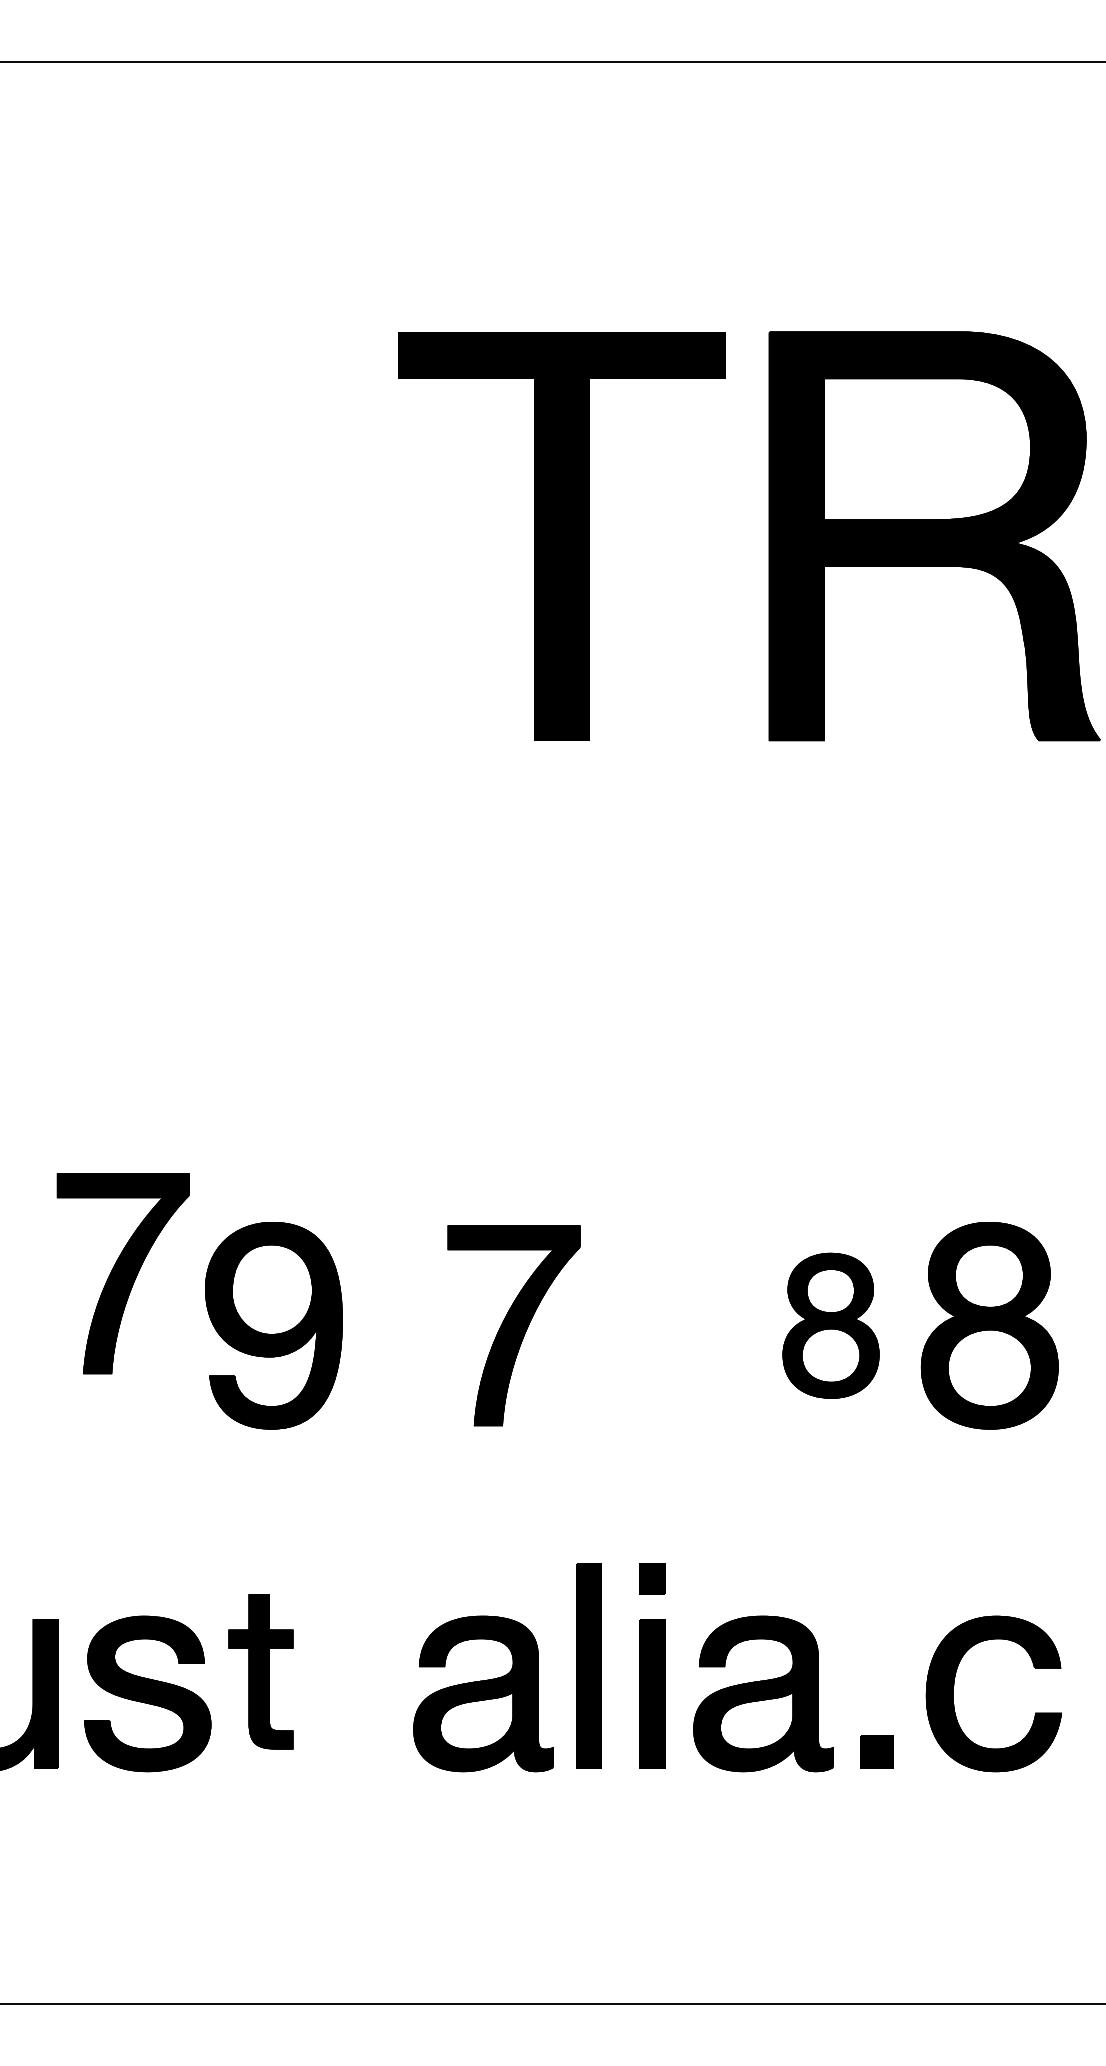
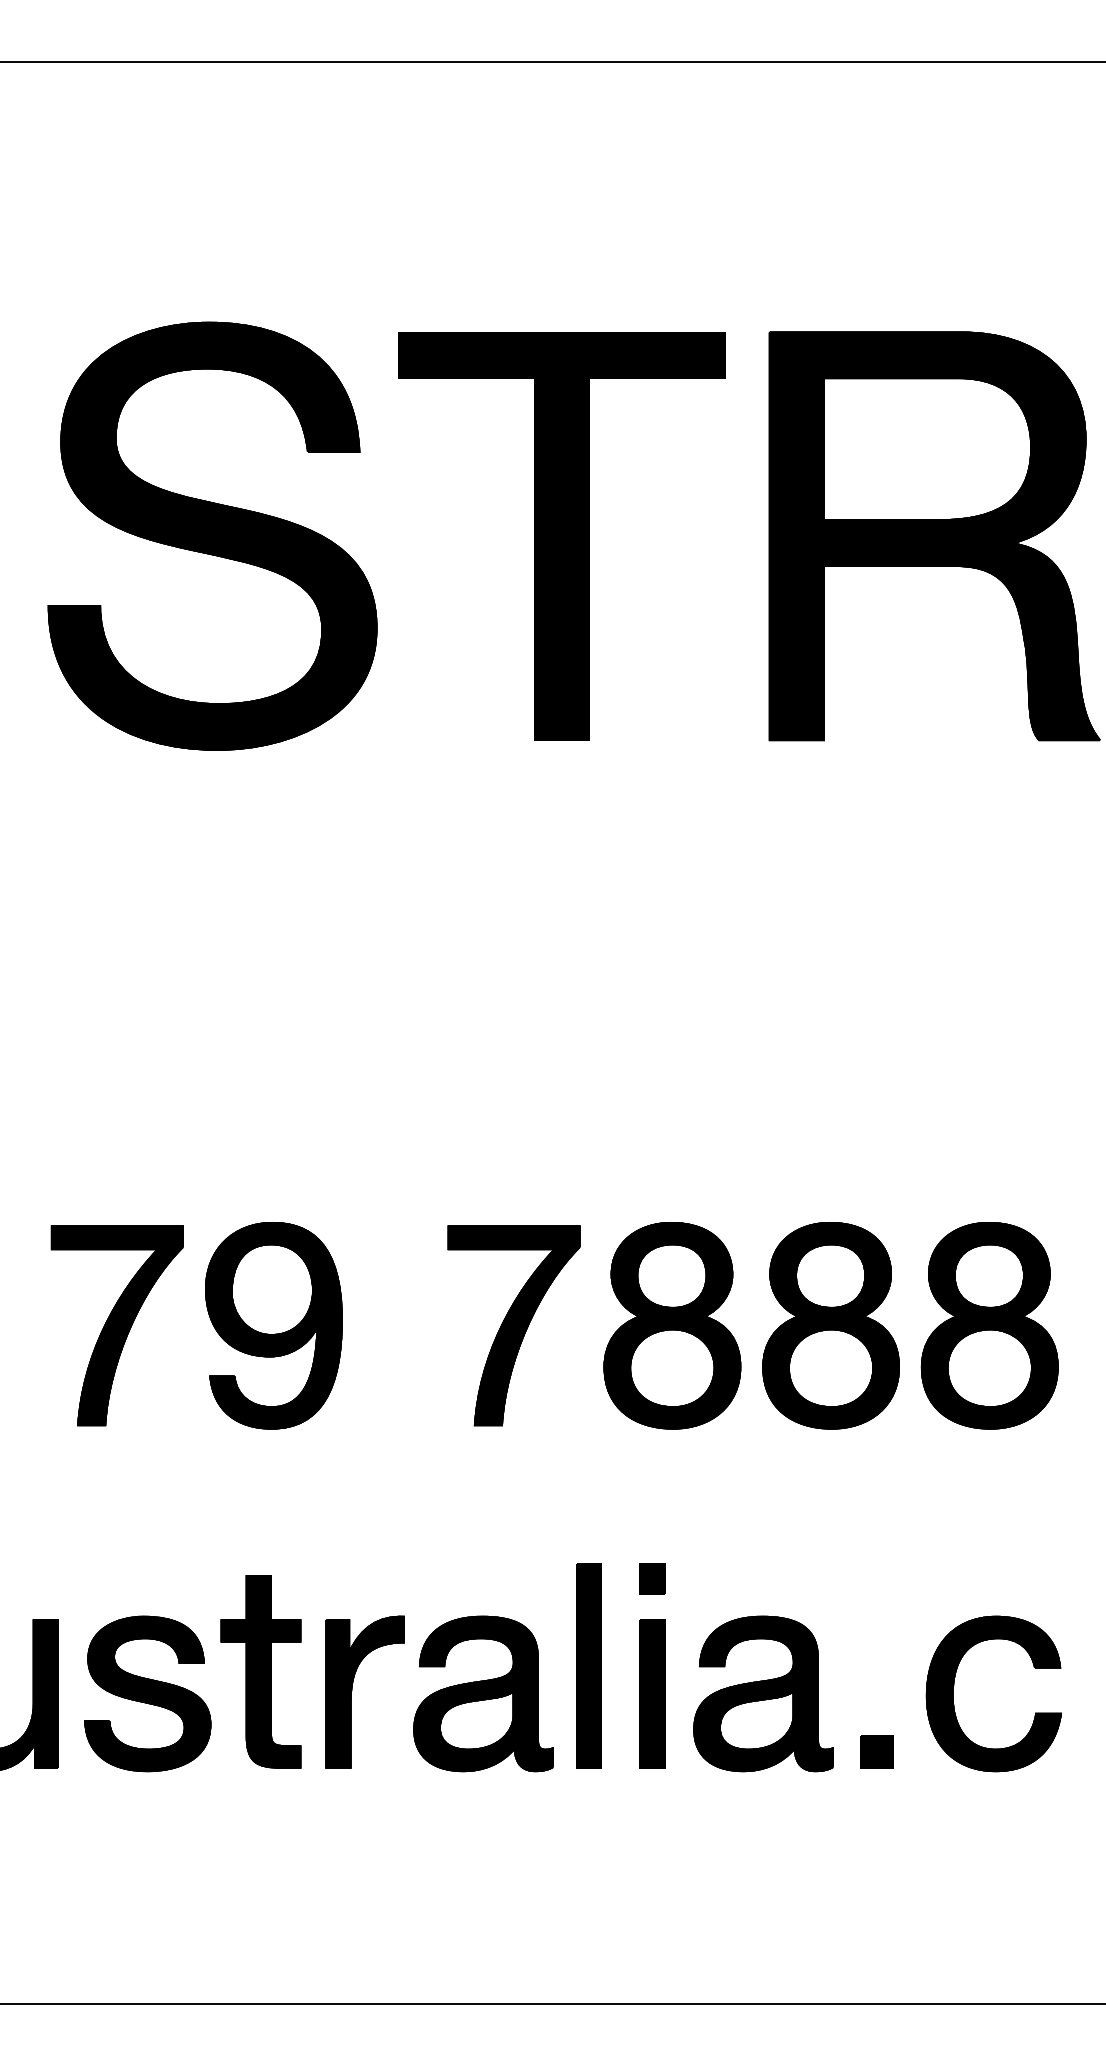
part at (212, 535): none -> present
part at (122, 1273) position: (122, 1273) -> (116, 1325)
part at (672, 1325): none -> present
part at (830, 1325) size: 98x147 px -> 138x208 px
part at (260, 1671) size: 66x156 px -> 82x194 px
part at (352, 1691): none -> present
